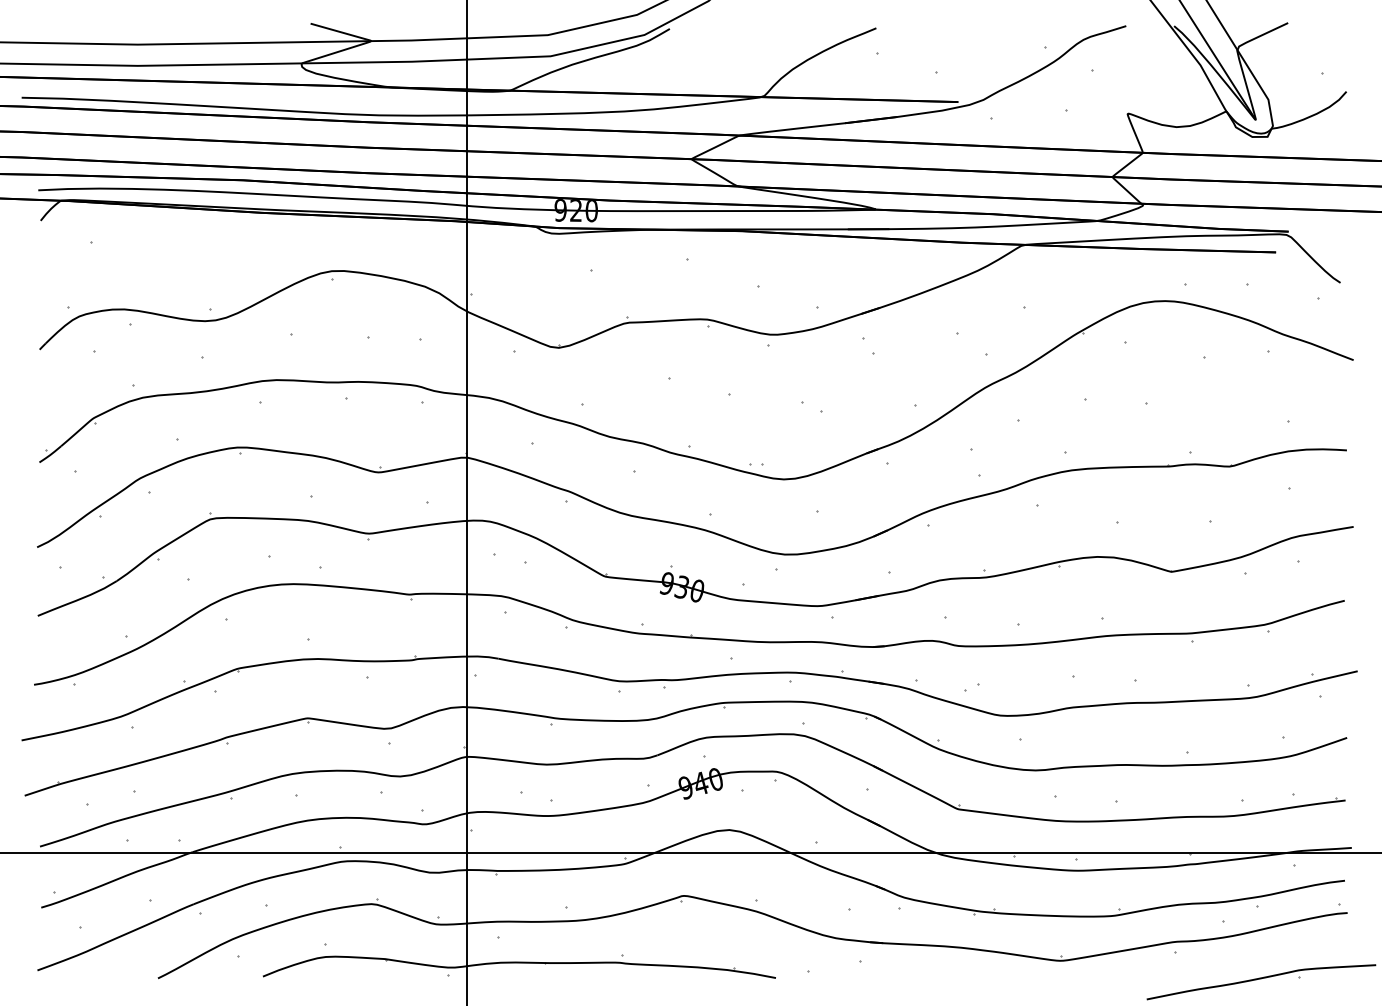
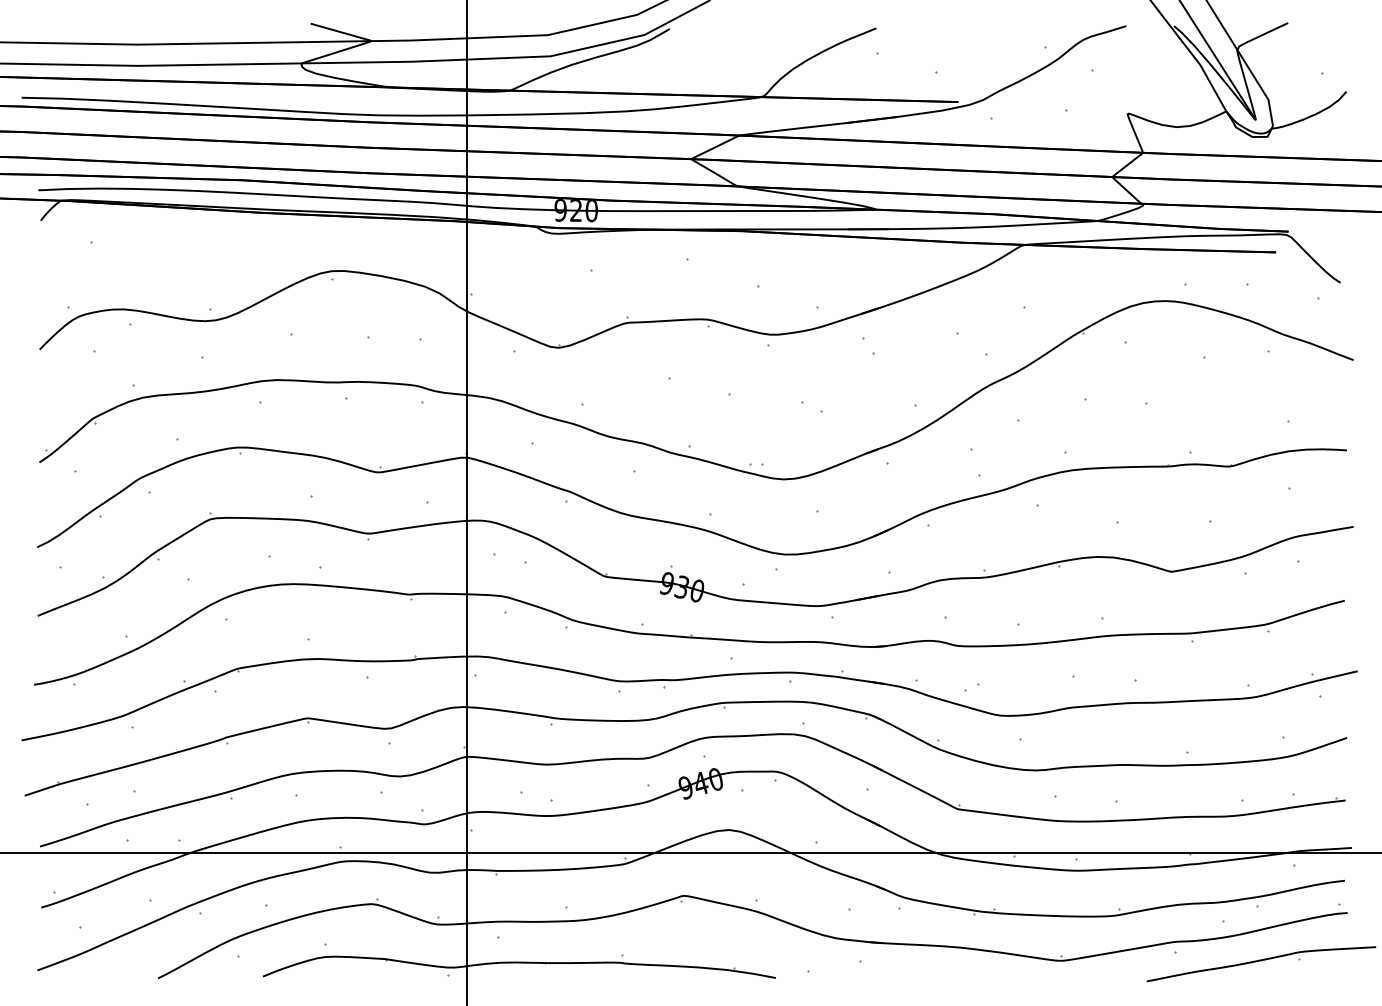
part at (1261, 982) position: (1261, 982) -> (1261, 964)
